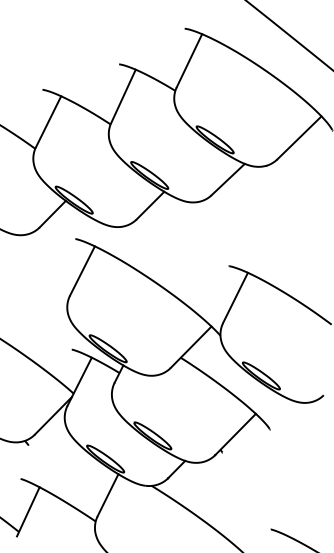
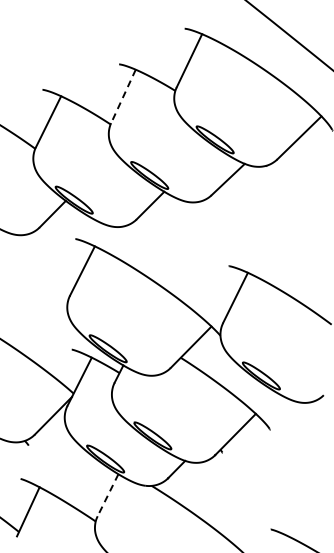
line at (123, 96): solid -> dashed
line at (107, 495): solid -> dashed
